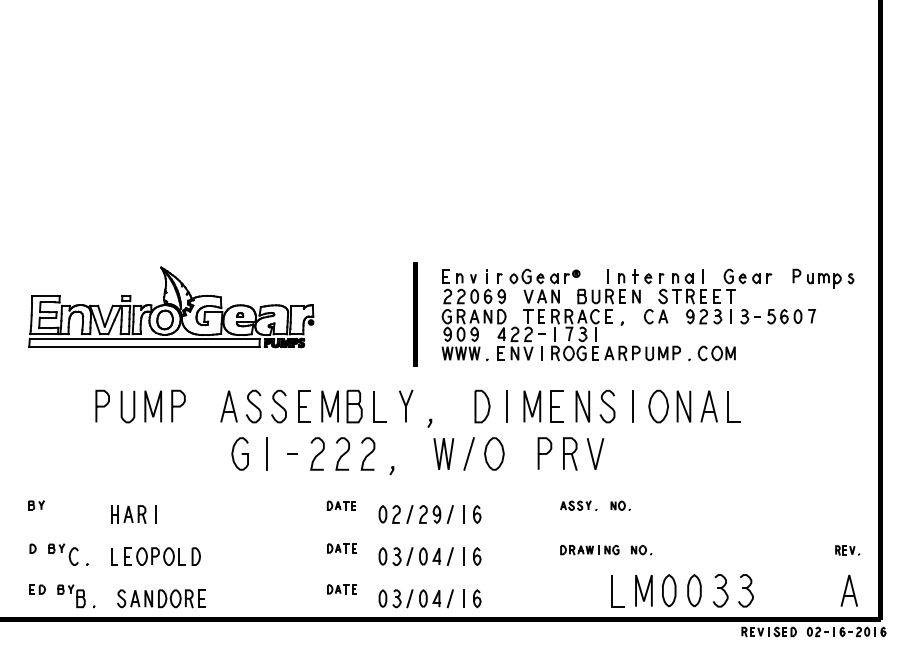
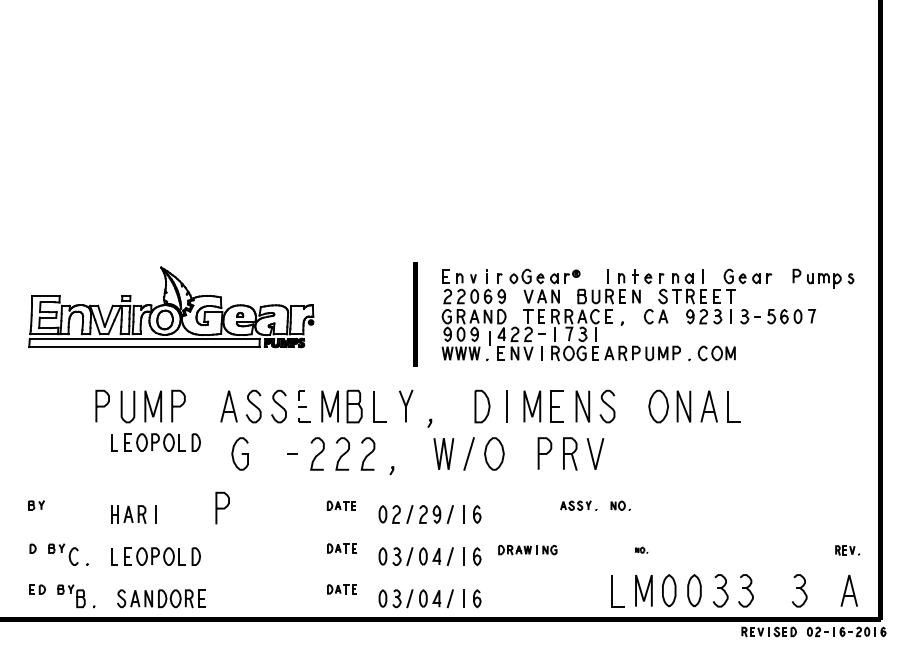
line at (489, 338): none -> present
line at (298, 406): solid -> dashed
line at (633, 406): present -> none
part at (155, 442): none -> present
line at (266, 453): present -> none
curve at (222, 507): none -> present
part at (589, 550) position: (589, 550) -> (527, 550)
part at (641, 550) size: 22x11 px -> 14x8 px
part at (799, 590): none -> present
